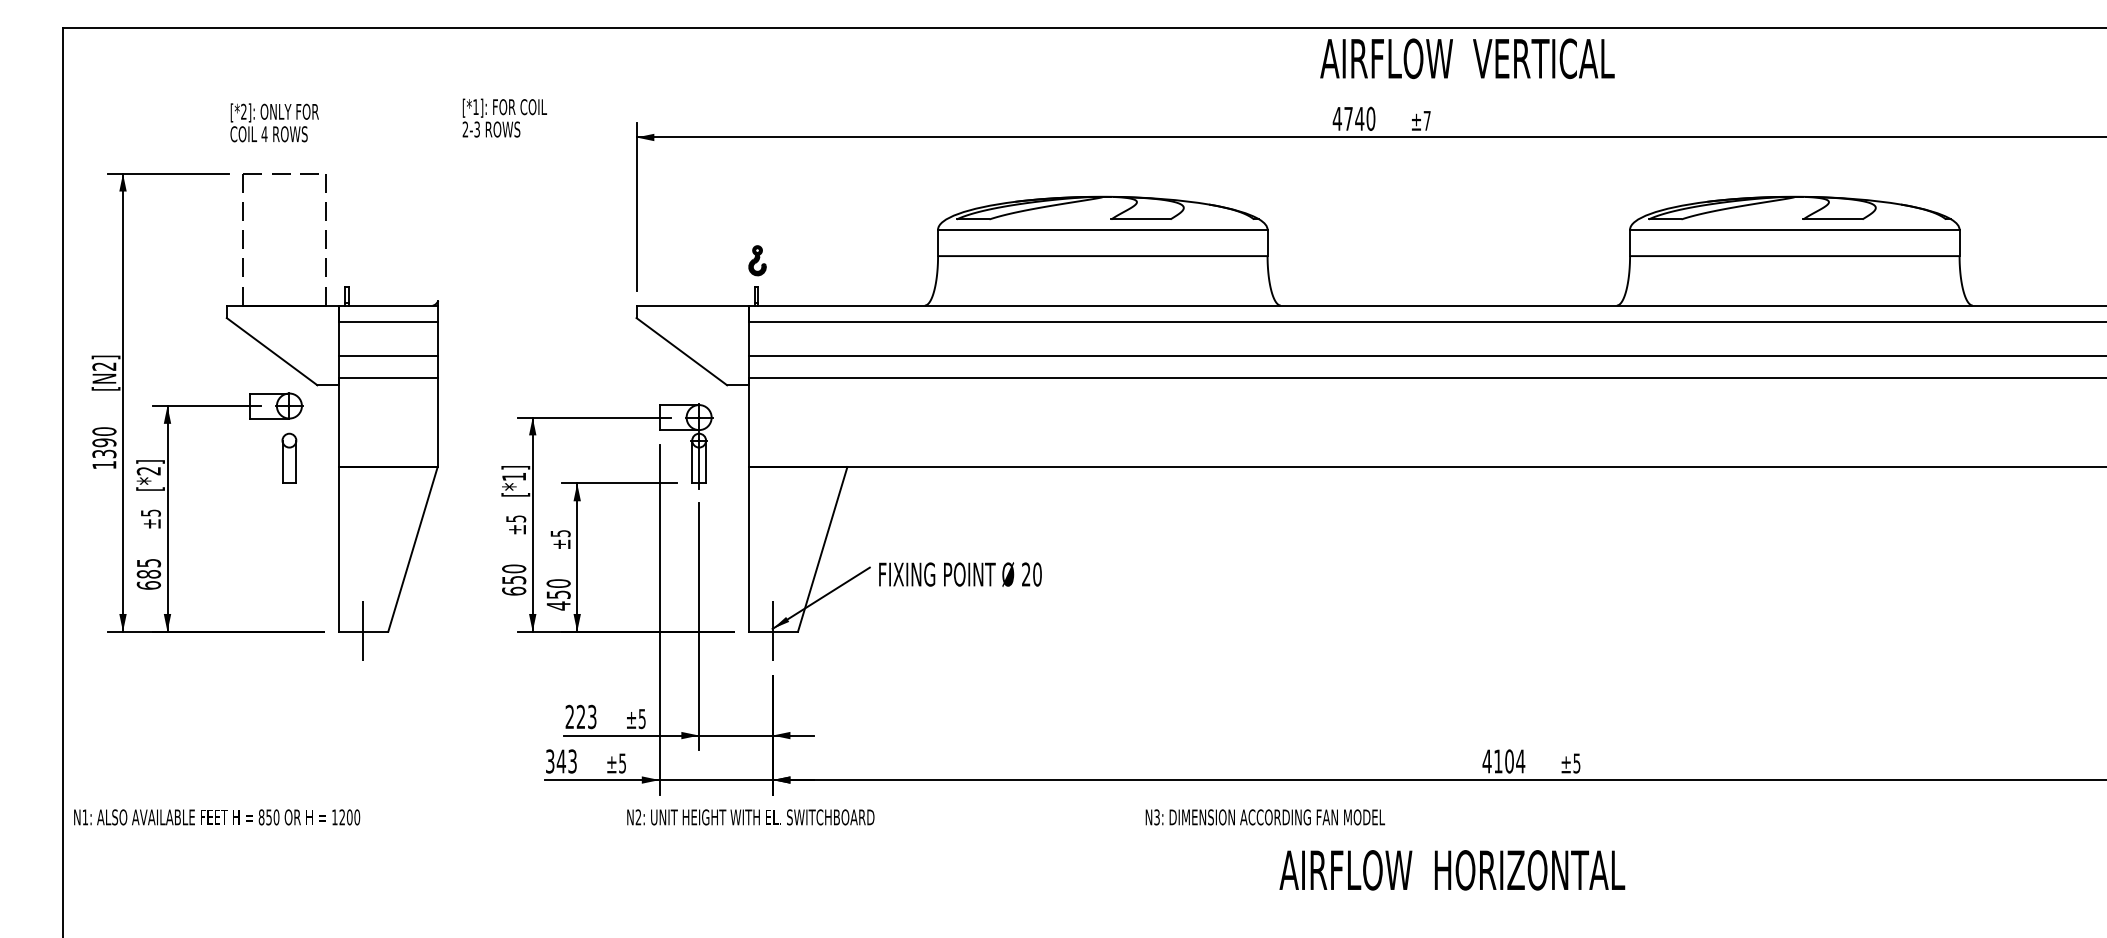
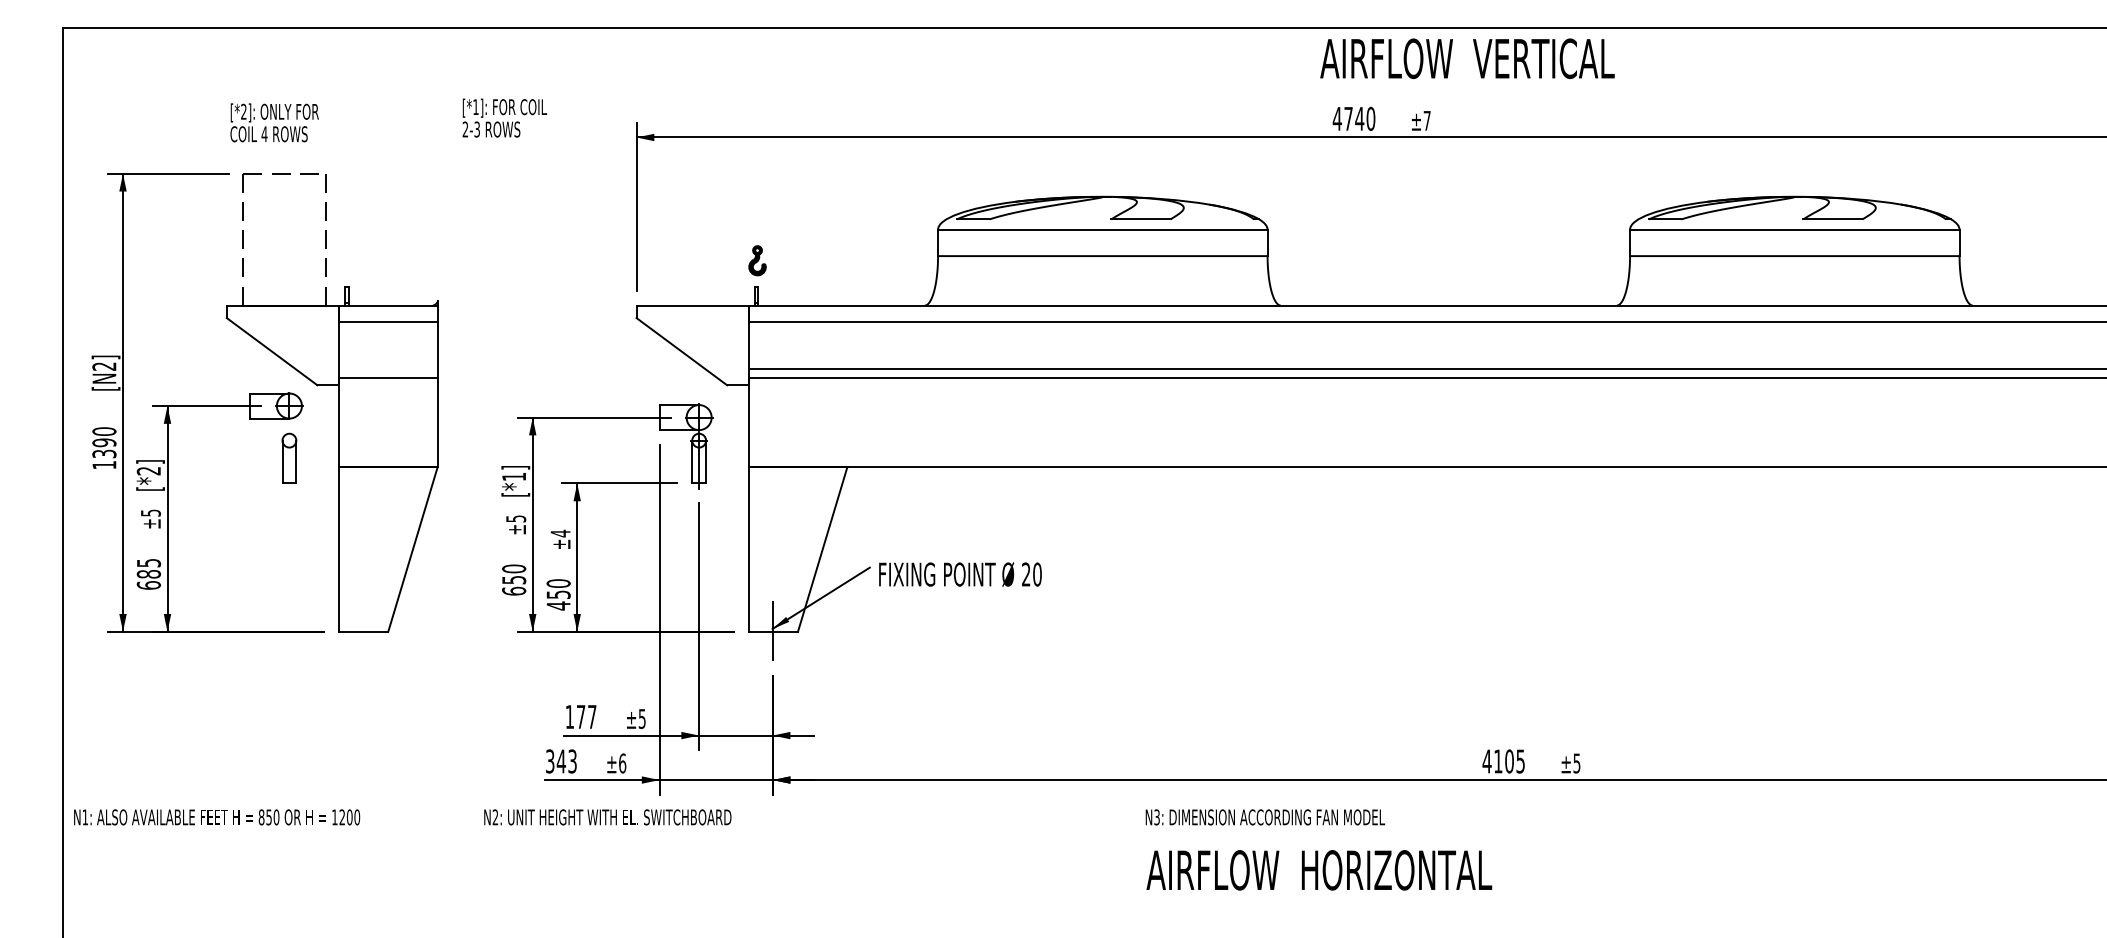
line at (388, 355): present -> none
line at (1425, 355) position: (1425, 355) -> (1425, 368)
text at (560, 533): ±5 -> ±4
line at (362, 631): present -> none
text at (580, 716): 223 -> 177
text at (1520, 761): 4104 -> 4105
text at (622, 763): ±5 -> ±6
text at (750, 817) position: (750, 817) -> (607, 817)
text at (1452, 870) position: (1452, 870) -> (1319, 870)
